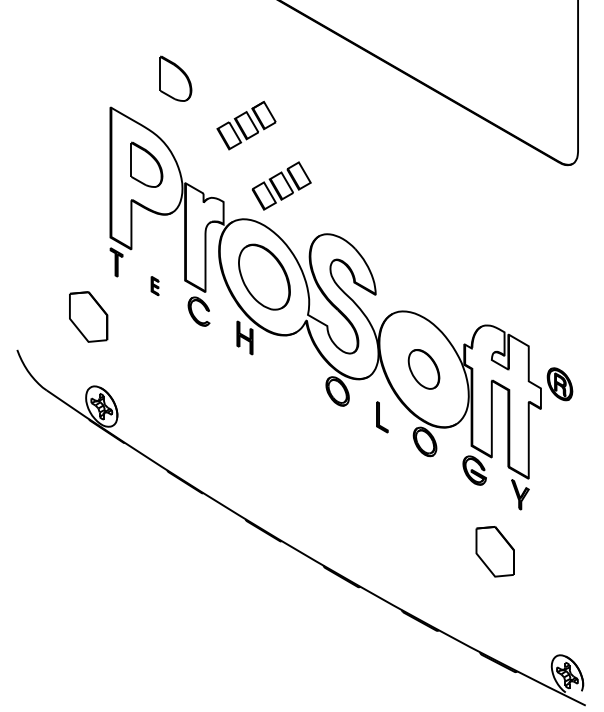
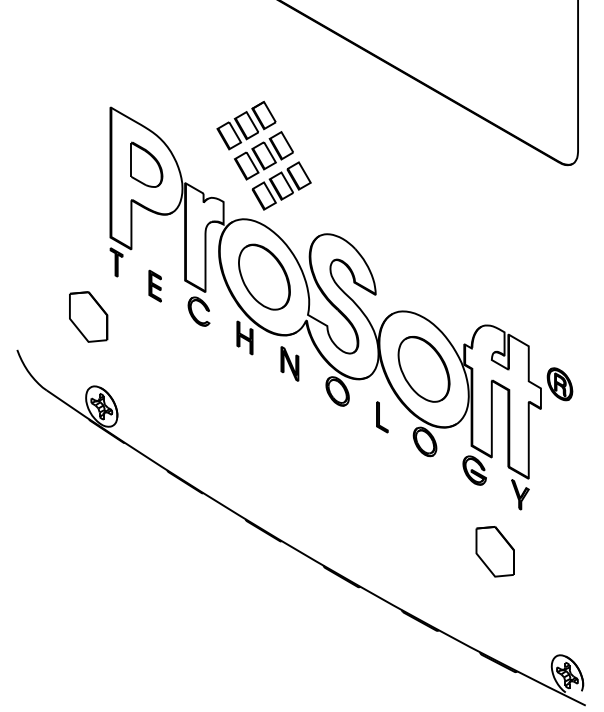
part at (175, 78): present -> none
part at (263, 155): none -> present
part at (154, 286) size: 10x21 px -> 14x34 px
part at (289, 363): none -> present
part at (423, 369) size: 34x41 px -> 54x67 px
